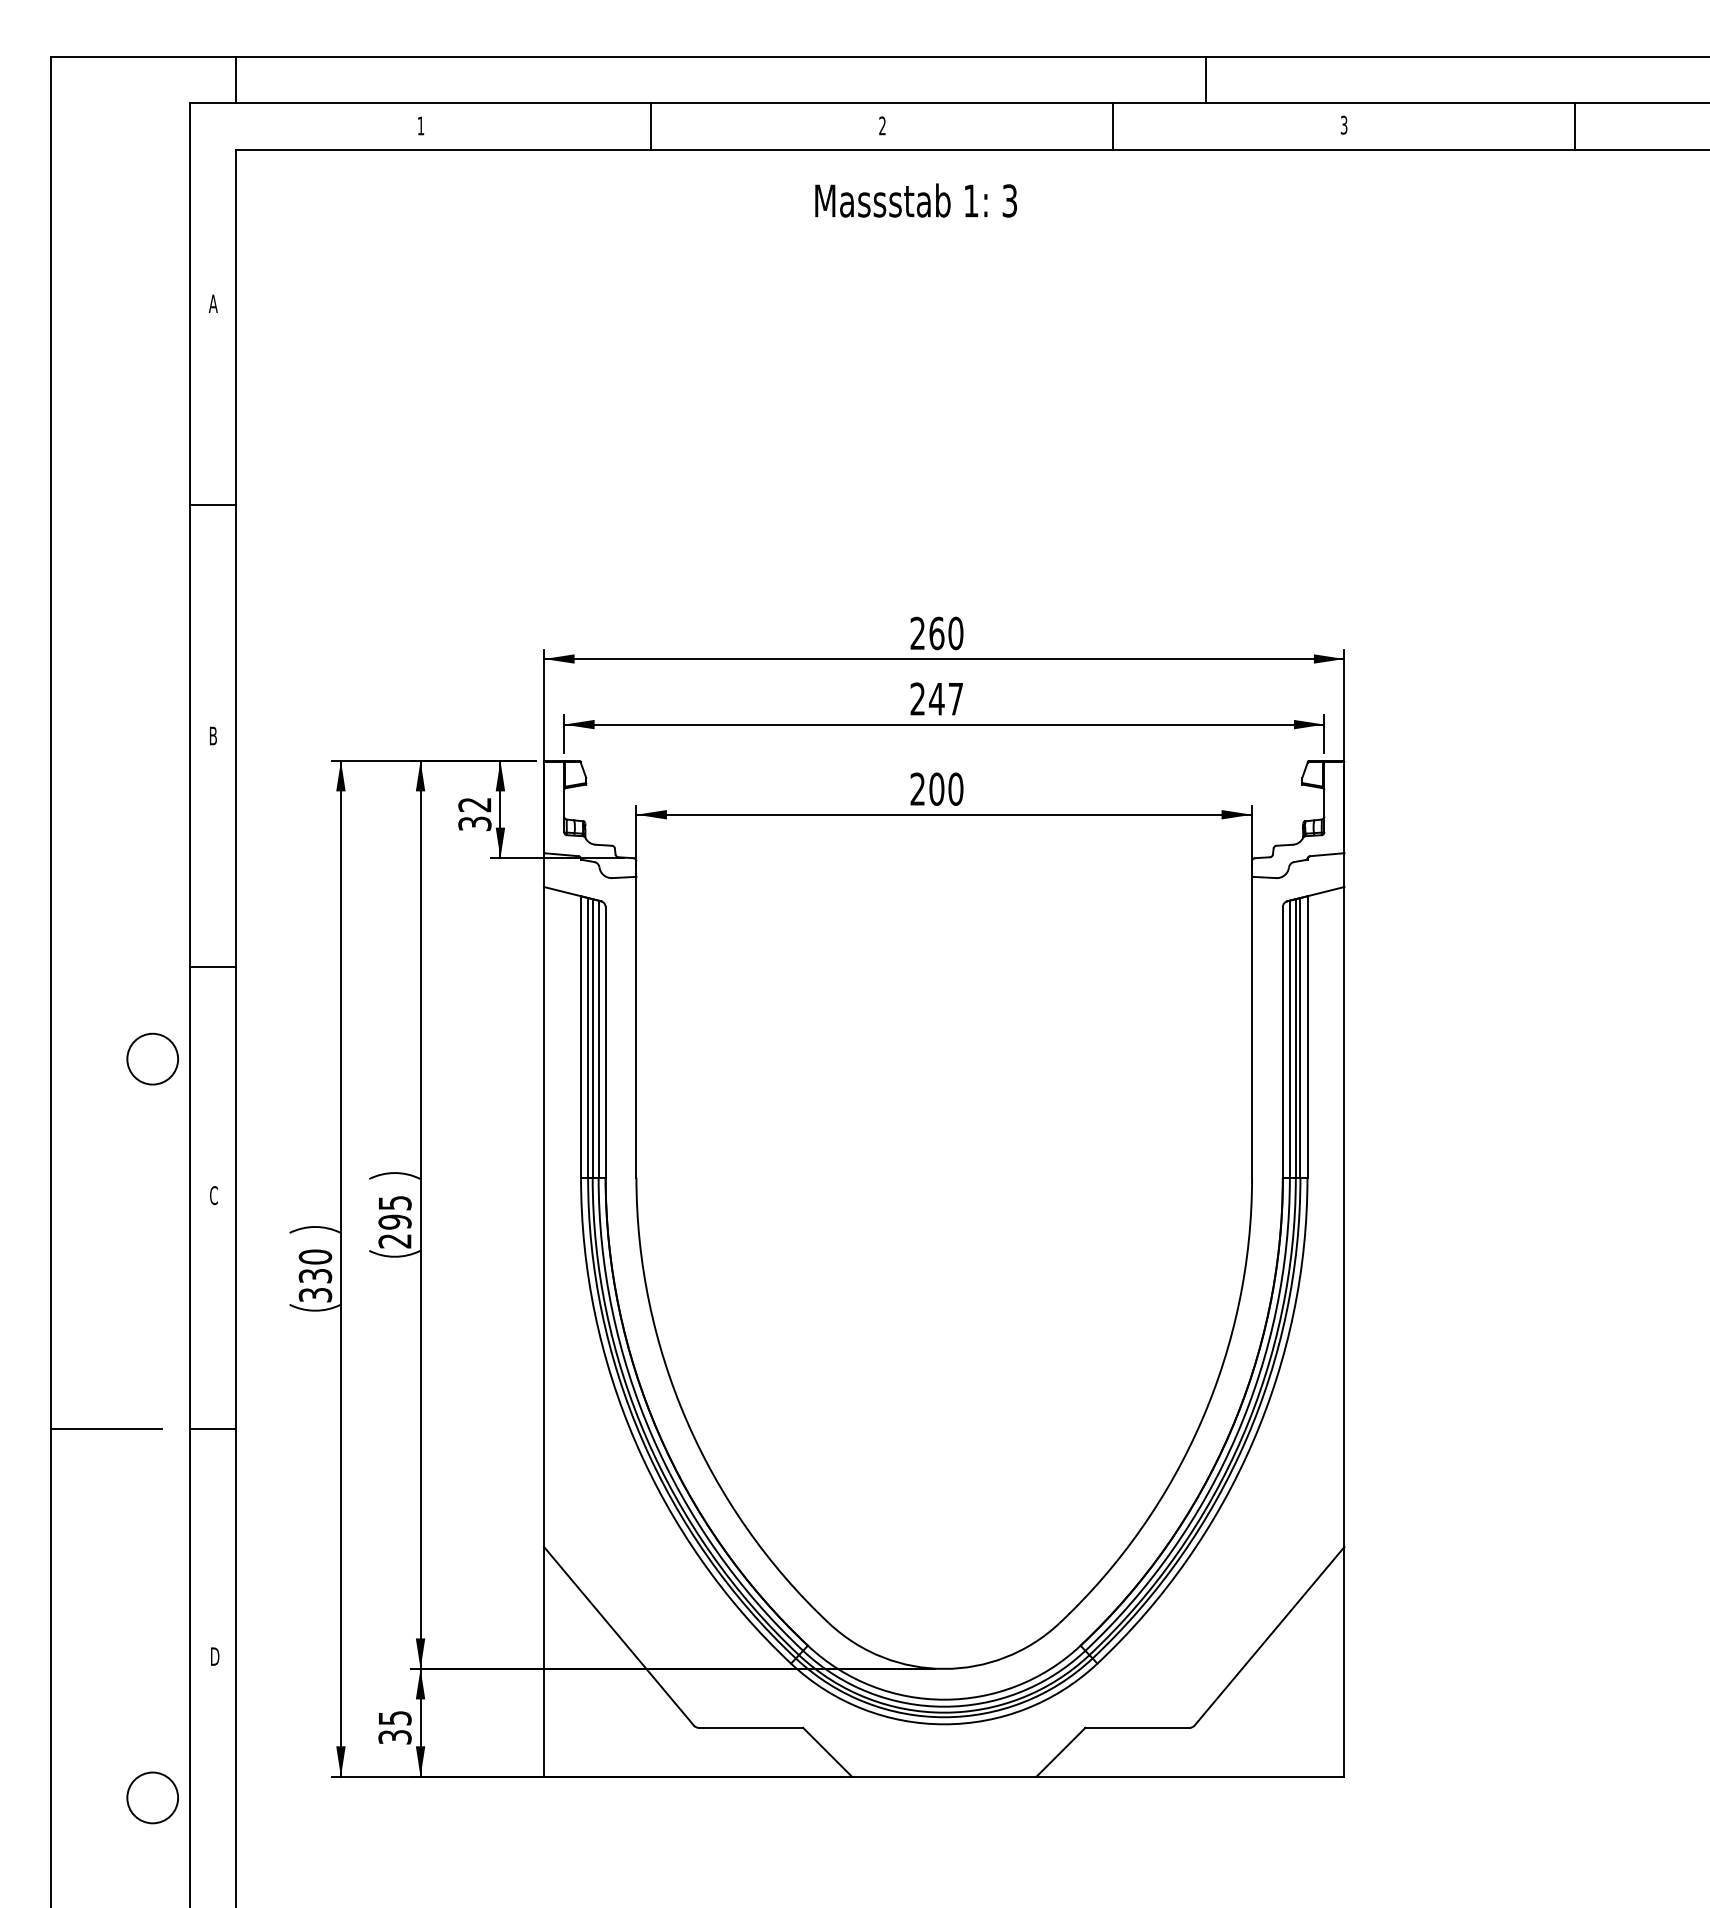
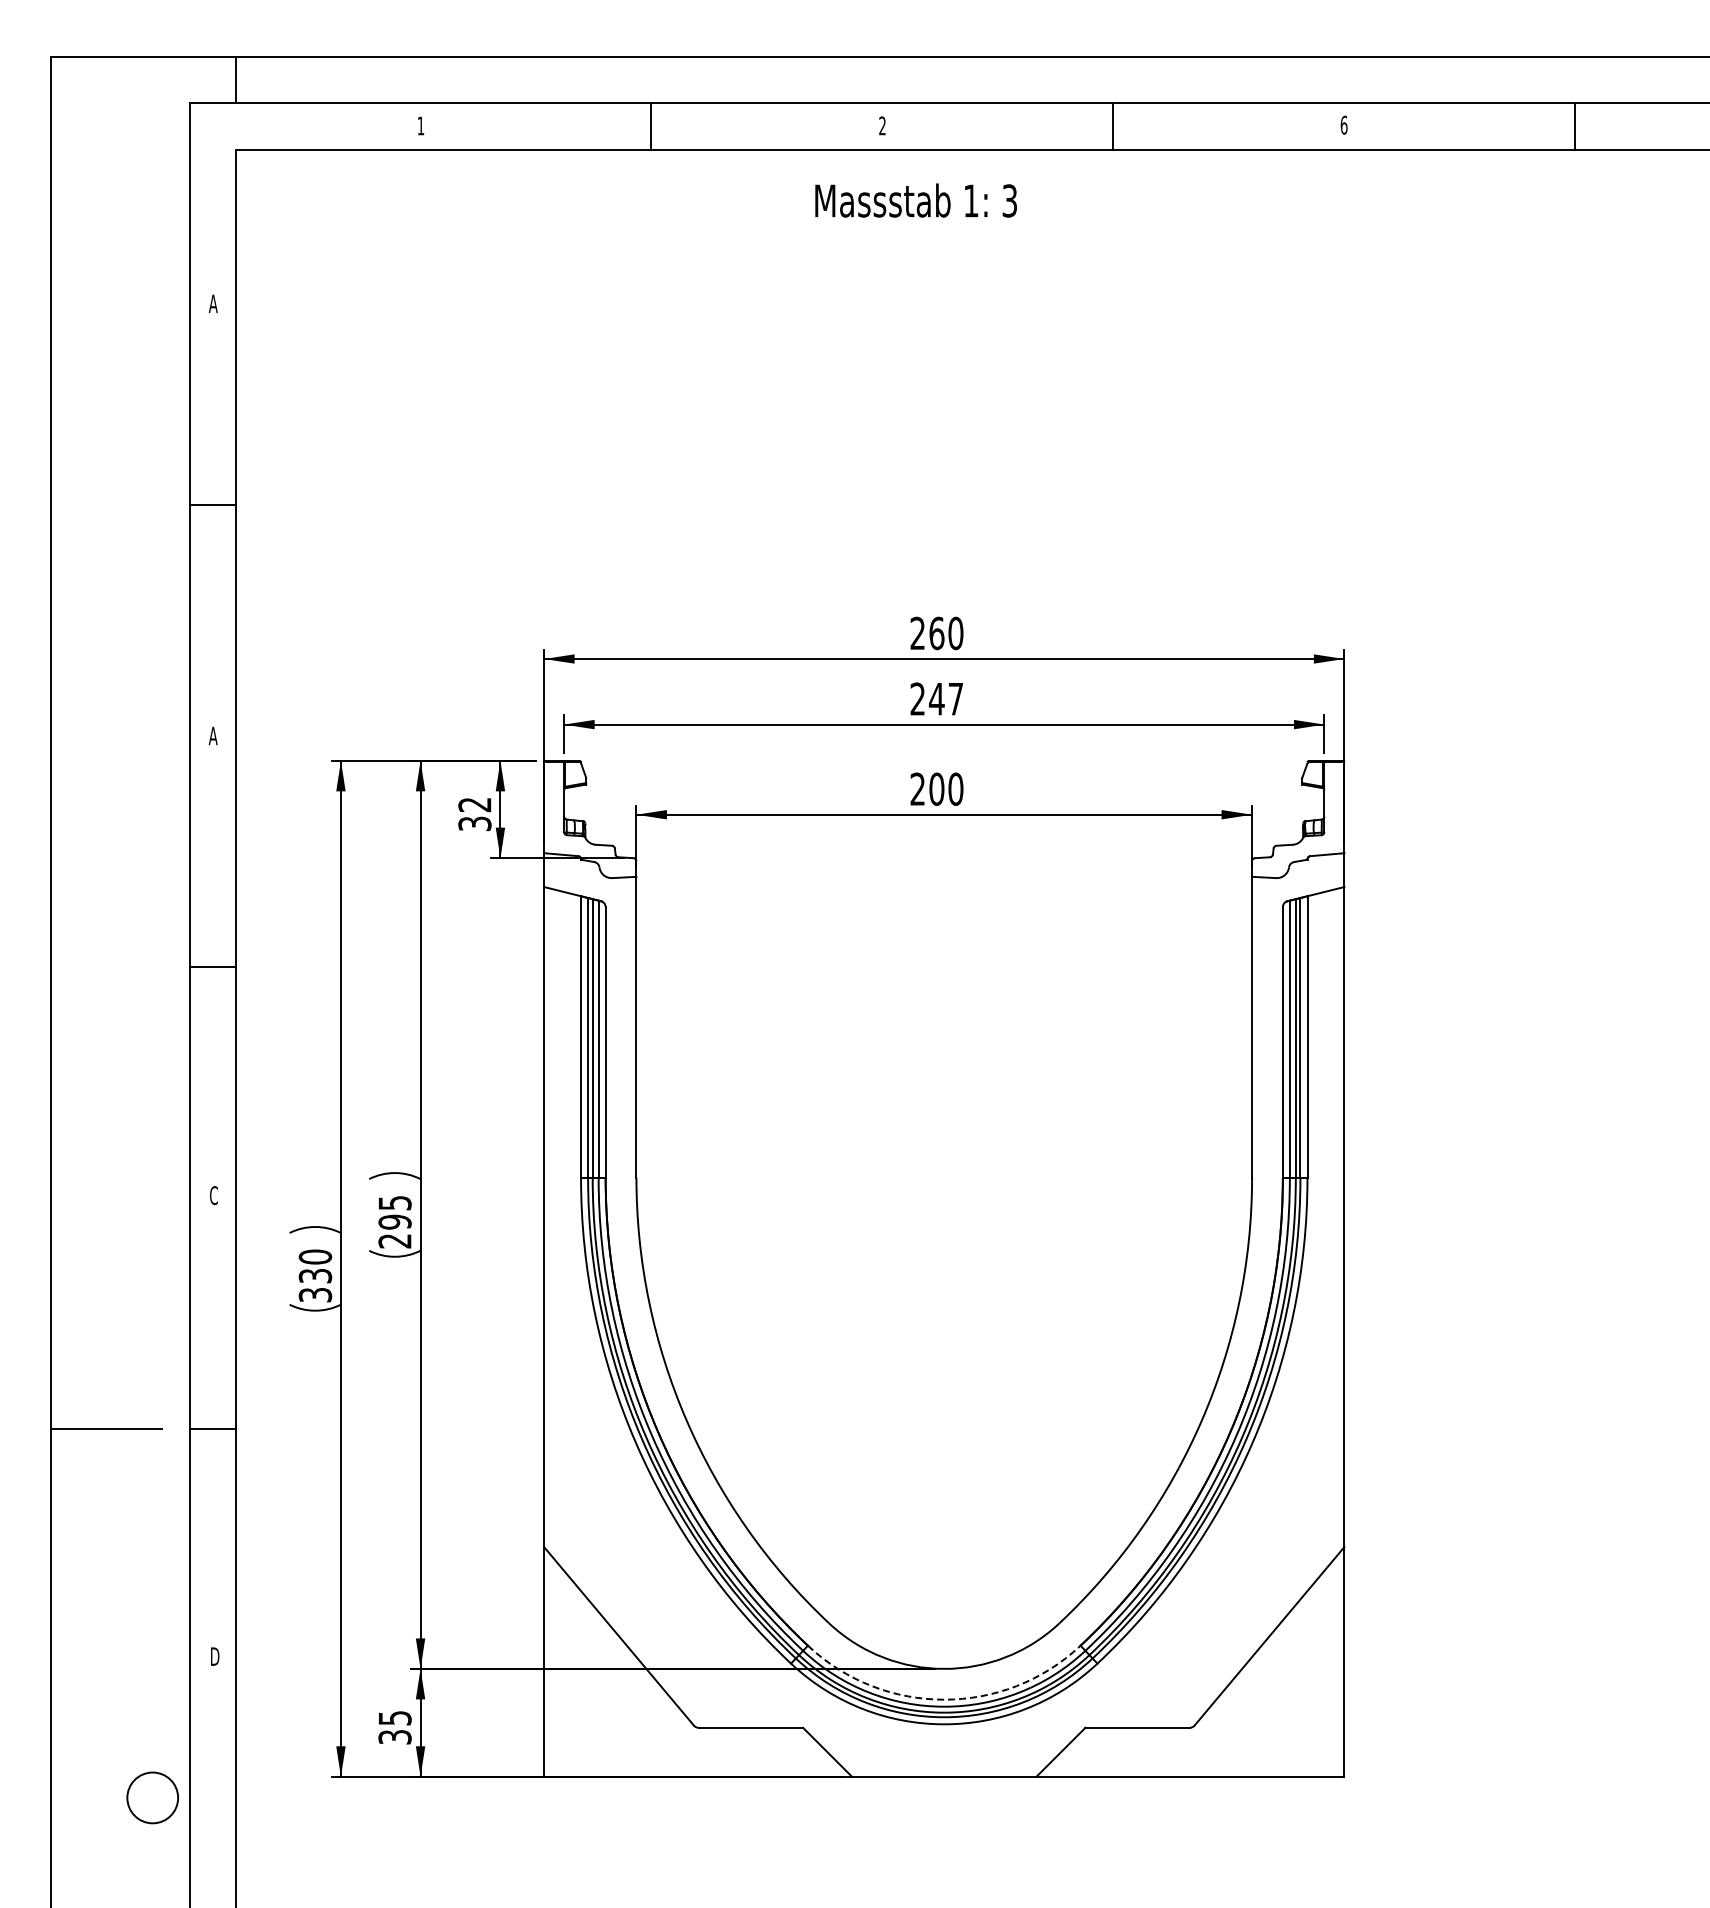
line at (1205, 80): present -> none
text at (1343, 124): 3 -> 6
text at (212, 735): B -> A
circle at (152, 1058): present -> none
arc at (944, 1699): solid -> dashed
